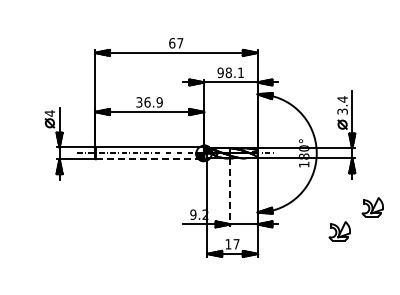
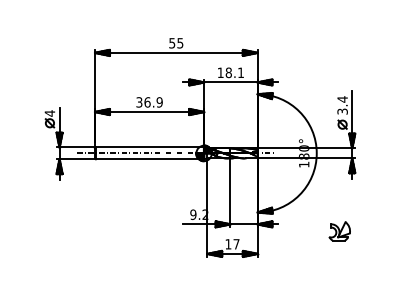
text at (176, 43): 67 -> 55
text at (220, 72): 98.1 -> 18.1
line at (150, 159): dashed -> solid
line at (230, 193): dashed -> solid
part at (372, 207): present -> none
